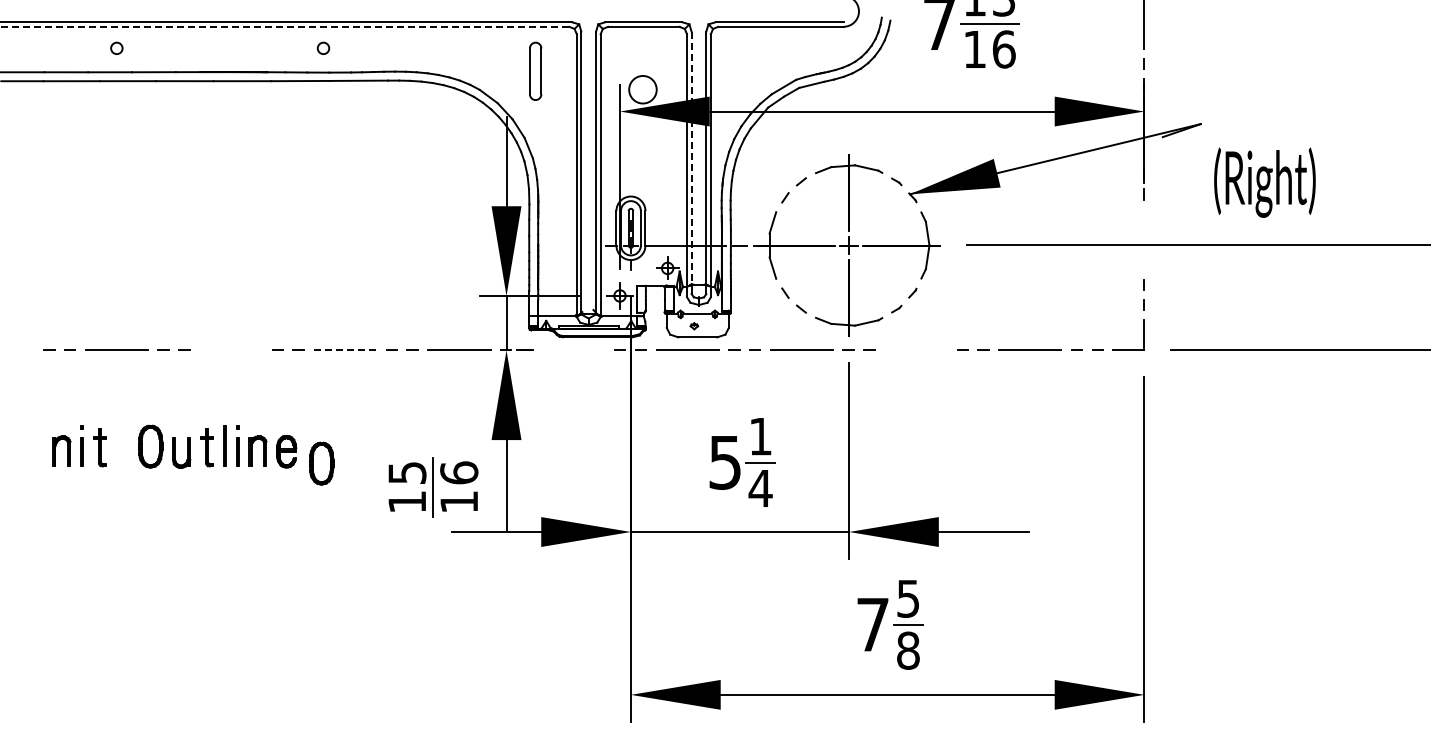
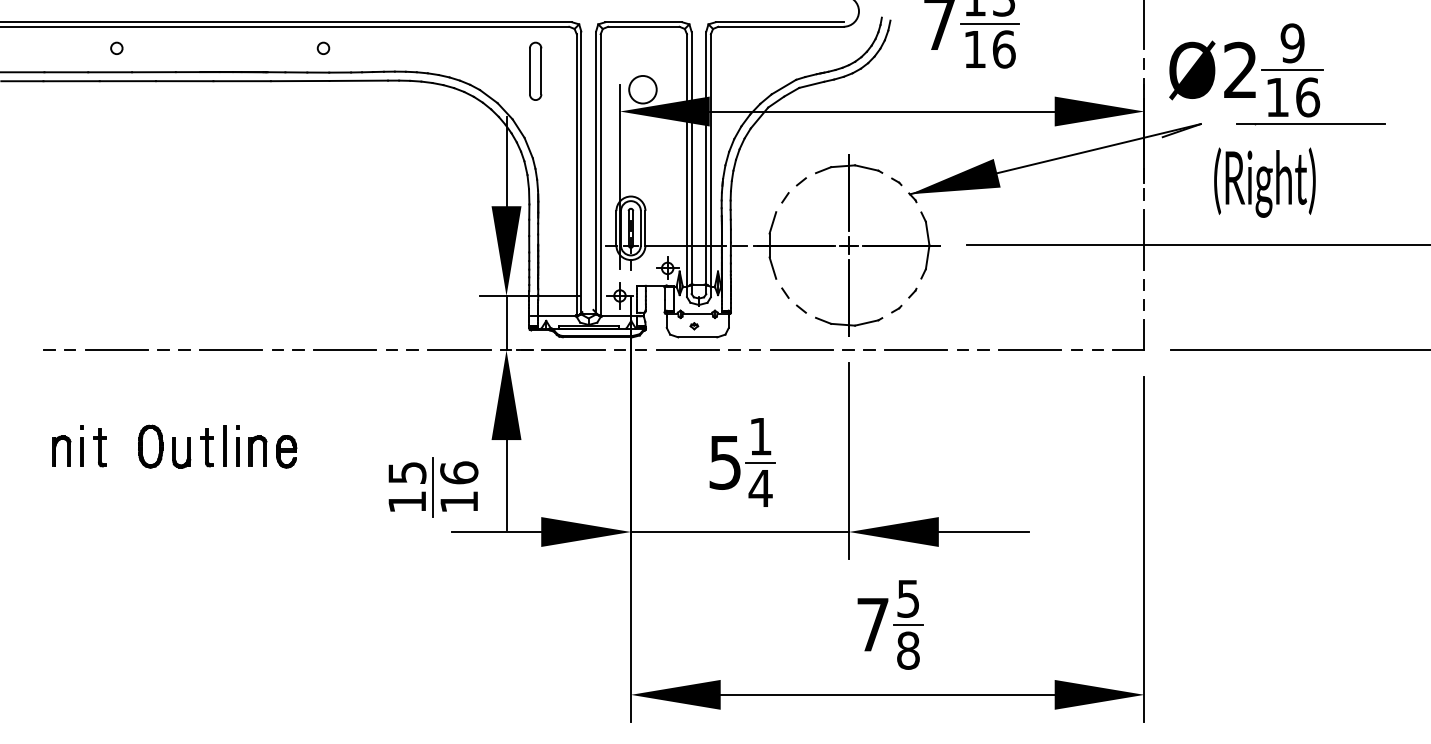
line at (284, 26): dashed -> solid
part at (1277, 74): none -> present
line at (691, 158): dashed -> solid
line at (1144, 239): none -> present
line at (230, 350): none -> present
line at (345, 350): dashed -> solid
line at (573, 350): none -> present
line at (915, 350): none -> present
part at (321, 463): present -> none
